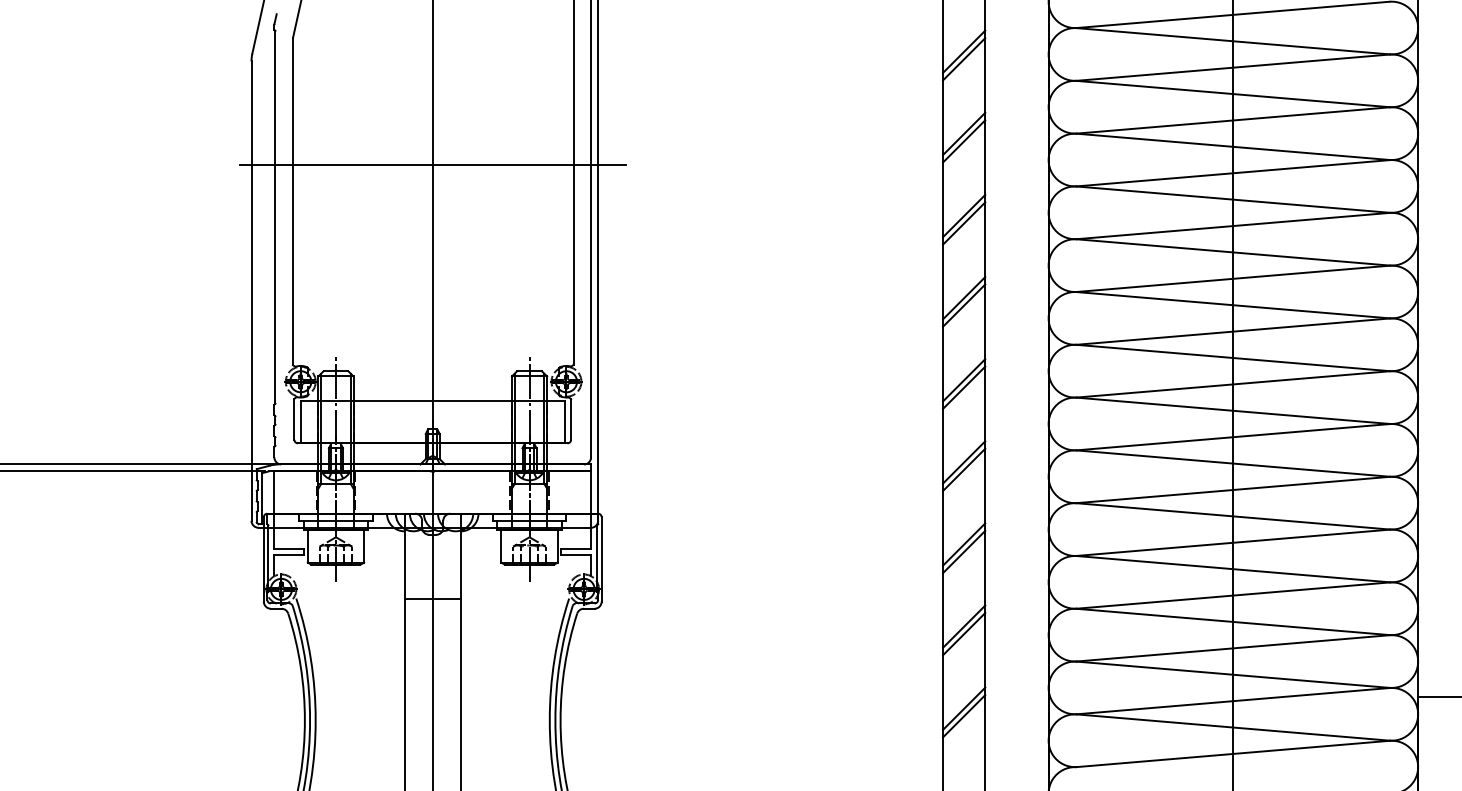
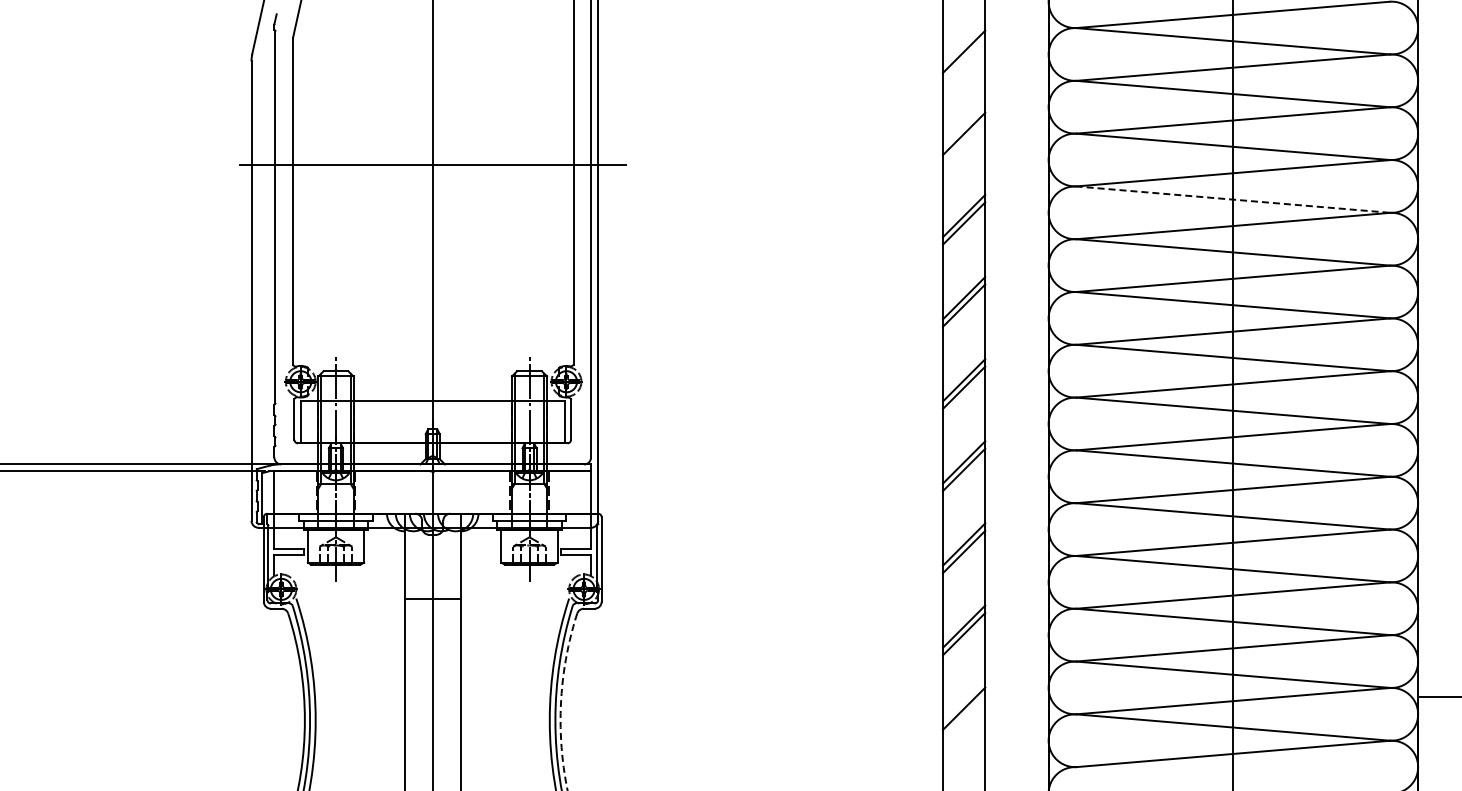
line at (964, 59): present -> none
line at (964, 141): present -> none
line at (1233, 199): solid -> dashed
arc at (561, 702): solid -> dashed
line at (964, 716): present -> none
